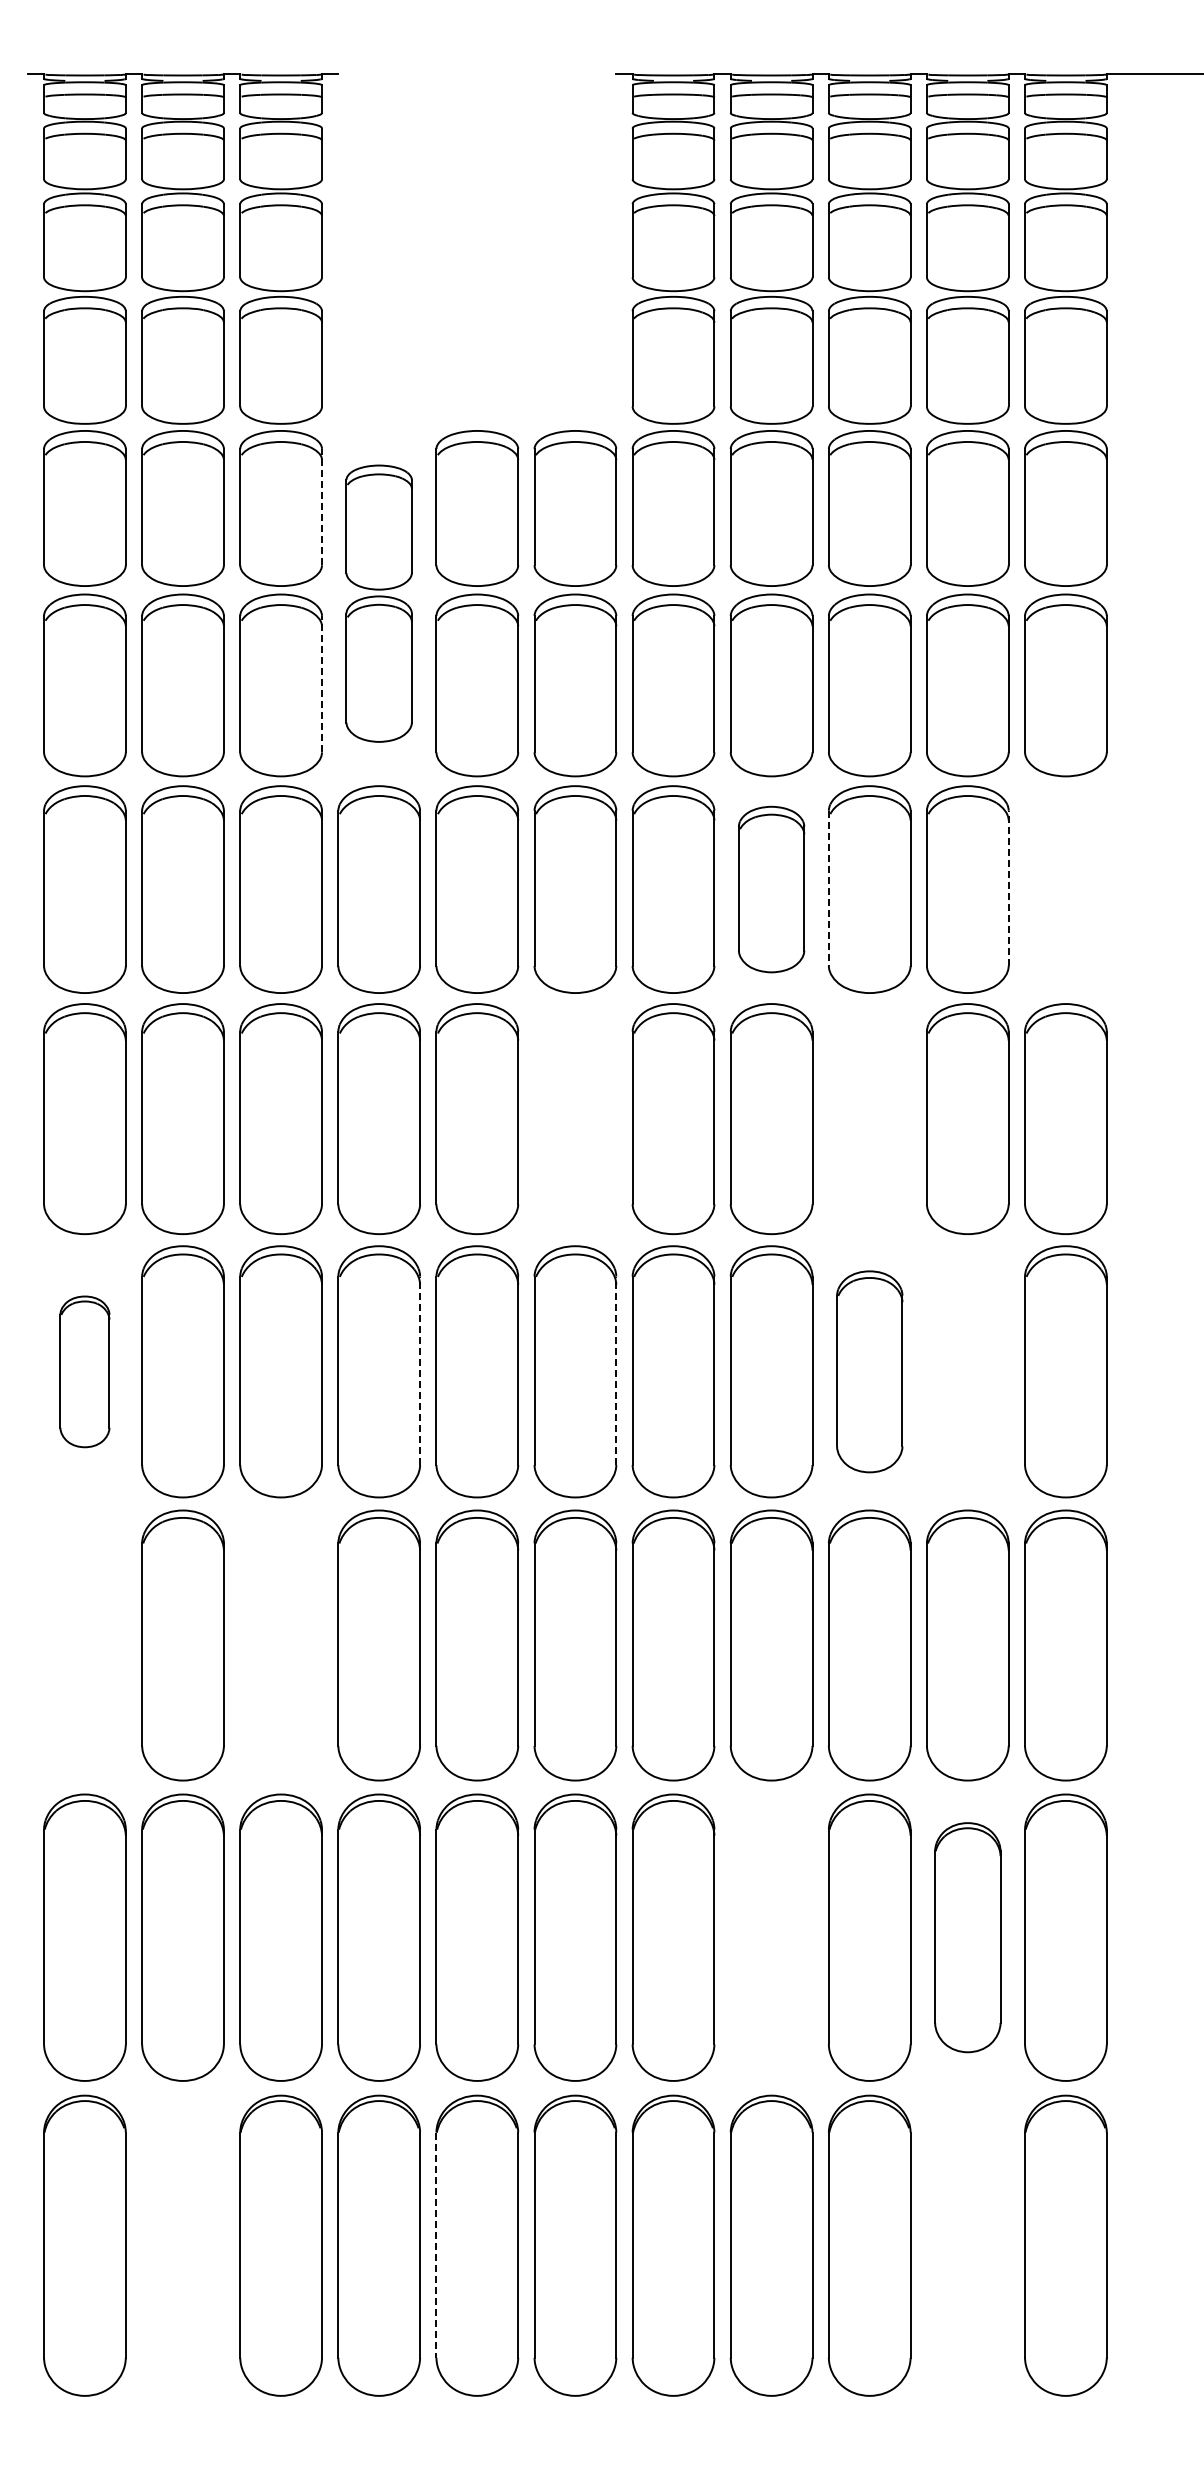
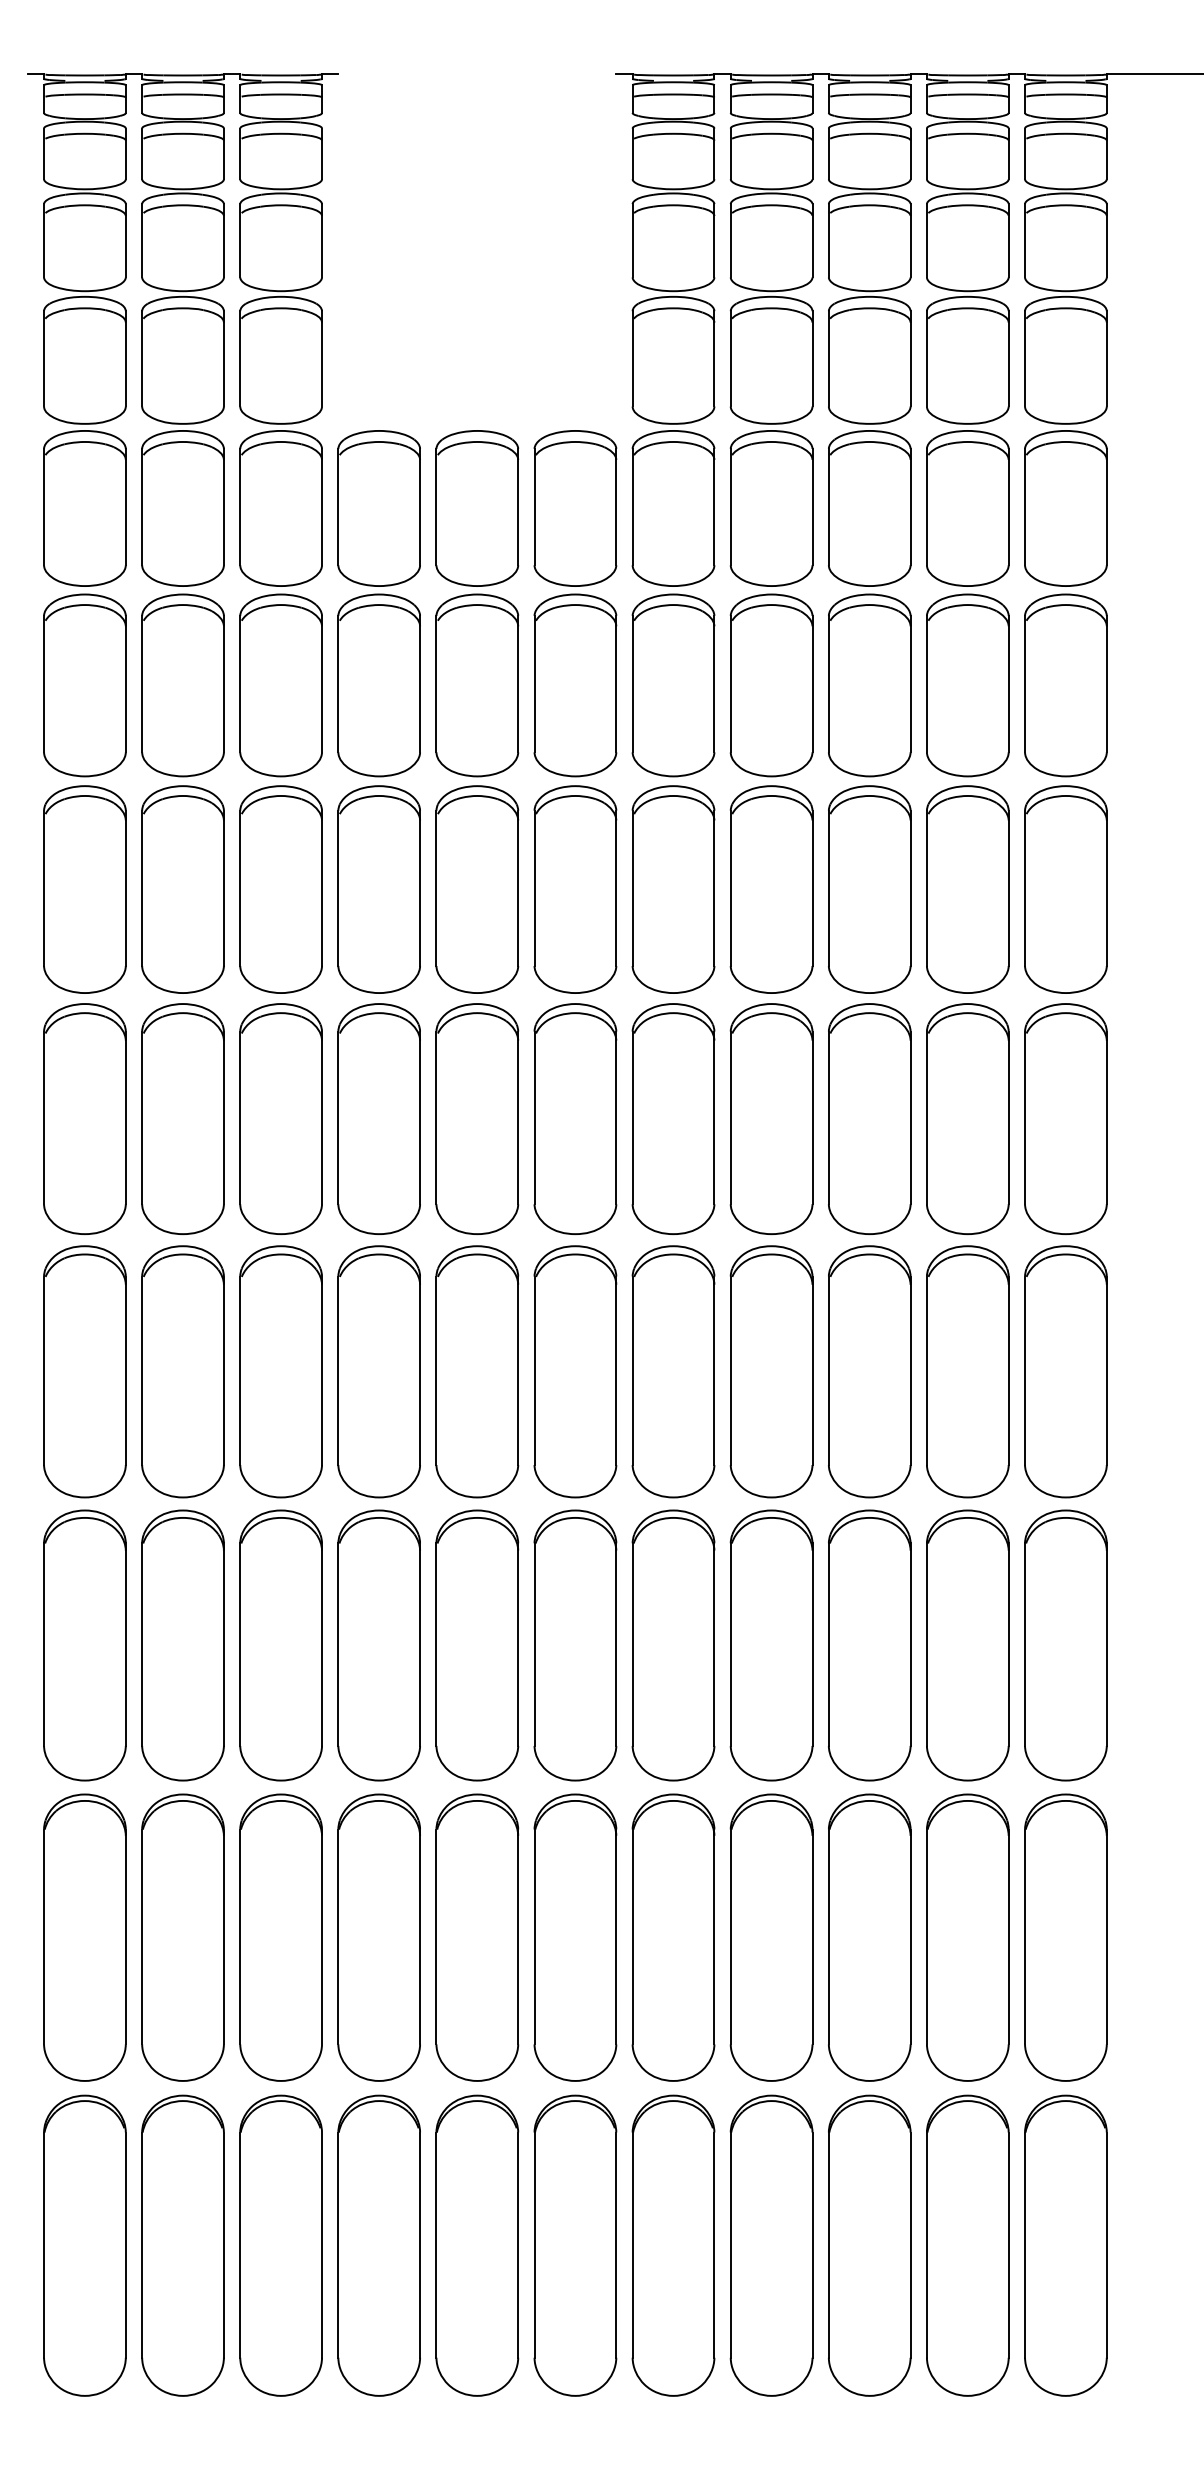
line at (322, 506): dashed -> solid
part at (378, 603) size: 68x279 px -> 84x348 px
line at (322, 683): dashed -> solid
line at (828, 888): dashed -> solid
line at (1008, 888): dashed -> solid
part at (771, 889) size: 68x169 px -> 85x209 px
part at (1065, 889): none -> present
part at (575, 1118): none -> present
part at (869, 1118): none -> present
line at (420, 1370): dashed -> solid
line at (616, 1370): dashed -> solid
part at (84, 1371) size: 52x154 px -> 84x254 px
part at (869, 1371) size: 68x204 px -> 84x254 px
part at (967, 1371): none -> present
part at (84, 1645): none -> present
part at (280, 1645): none -> present
part at (771, 1937): none -> present
part at (967, 1937) size: 68x232 px -> 84x289 px
part at (182, 2245): none -> present
line at (436, 2245): dashed -> solid
part at (967, 2245): none -> present
